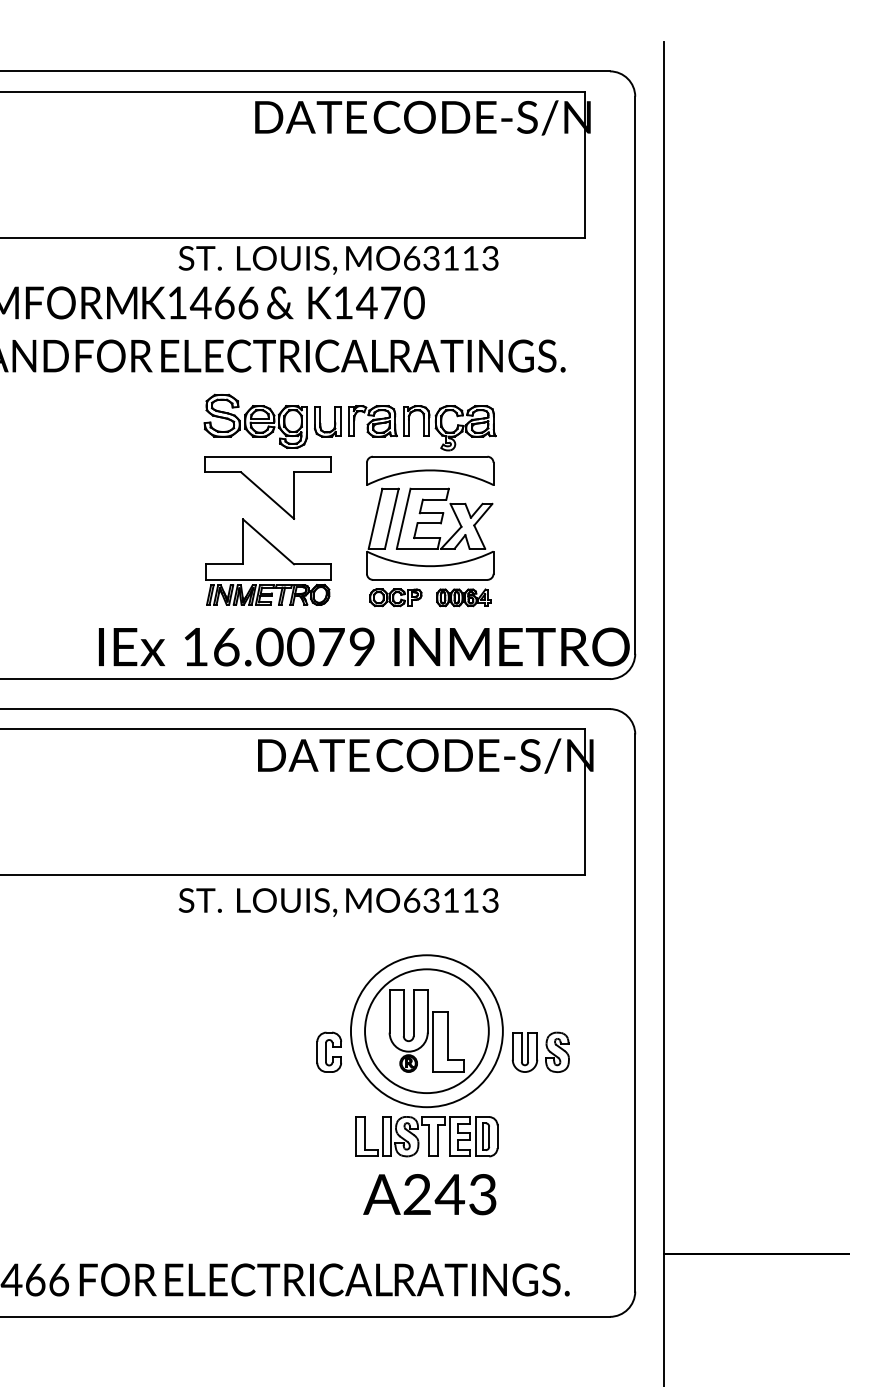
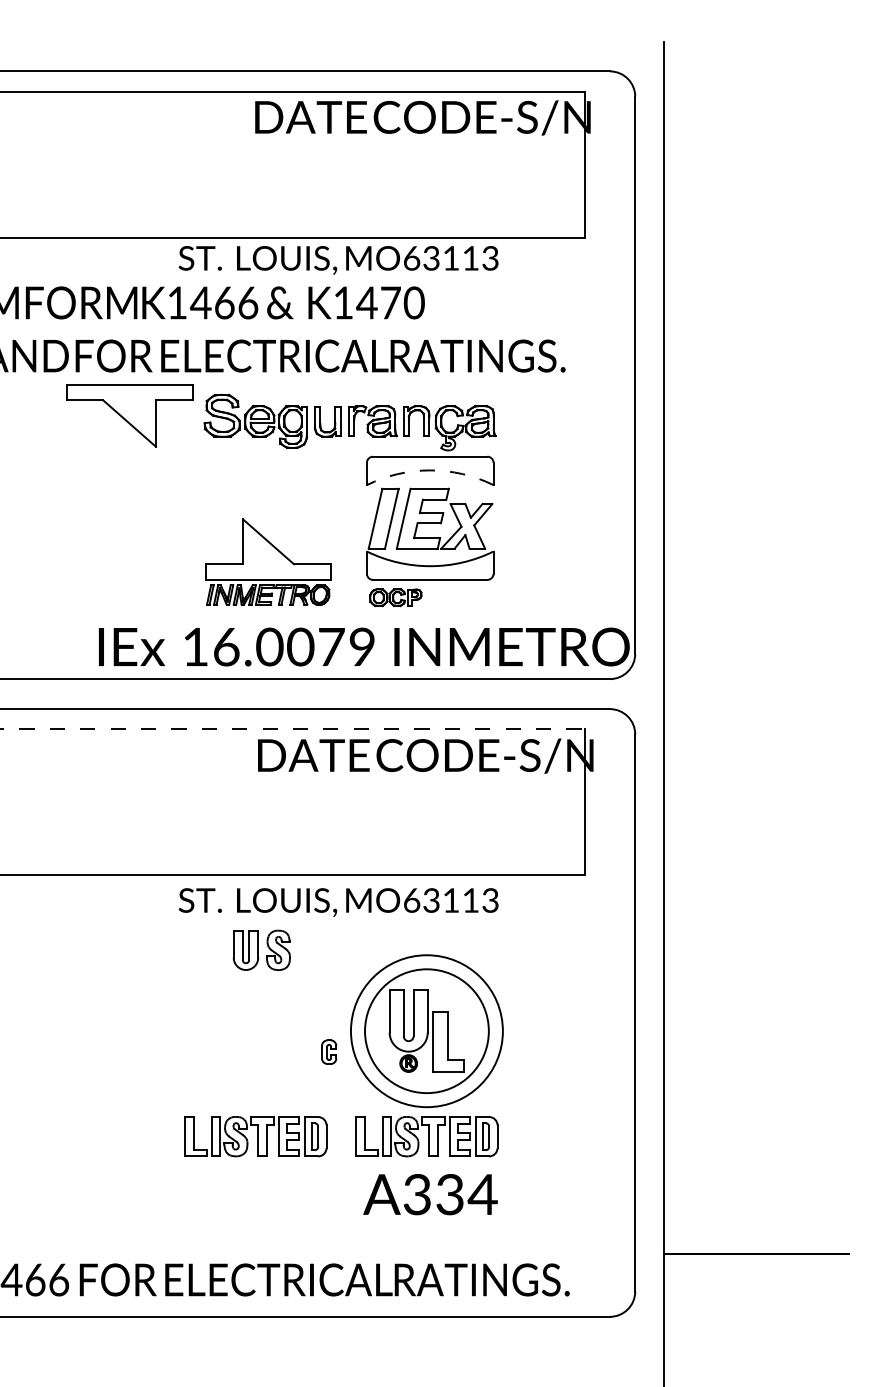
arc at (430, 470): solid -> dashed
part at (267, 487) position: (267, 487) -> (129, 415)
part at (463, 597): present -> none
line at (292, 729): solid -> dashed
part at (328, 1051) size: 26x42 px -> 17x26 px
part at (540, 1051) position: (540, 1051) -> (261, 949)
part at (255, 1136): none -> present
text at (450, 1194): A243 -> A334
